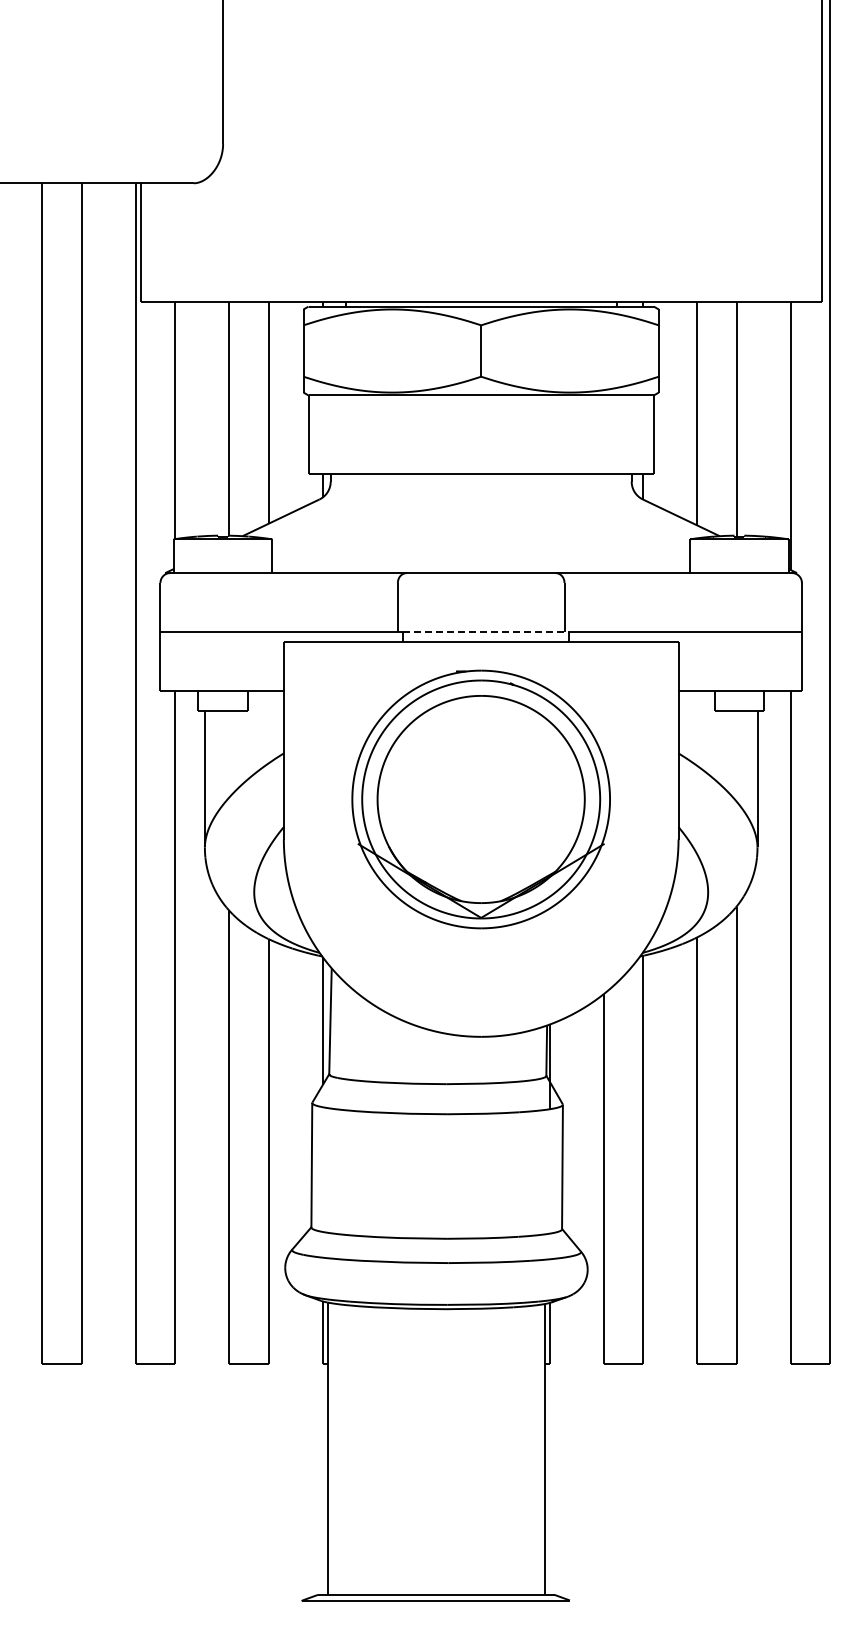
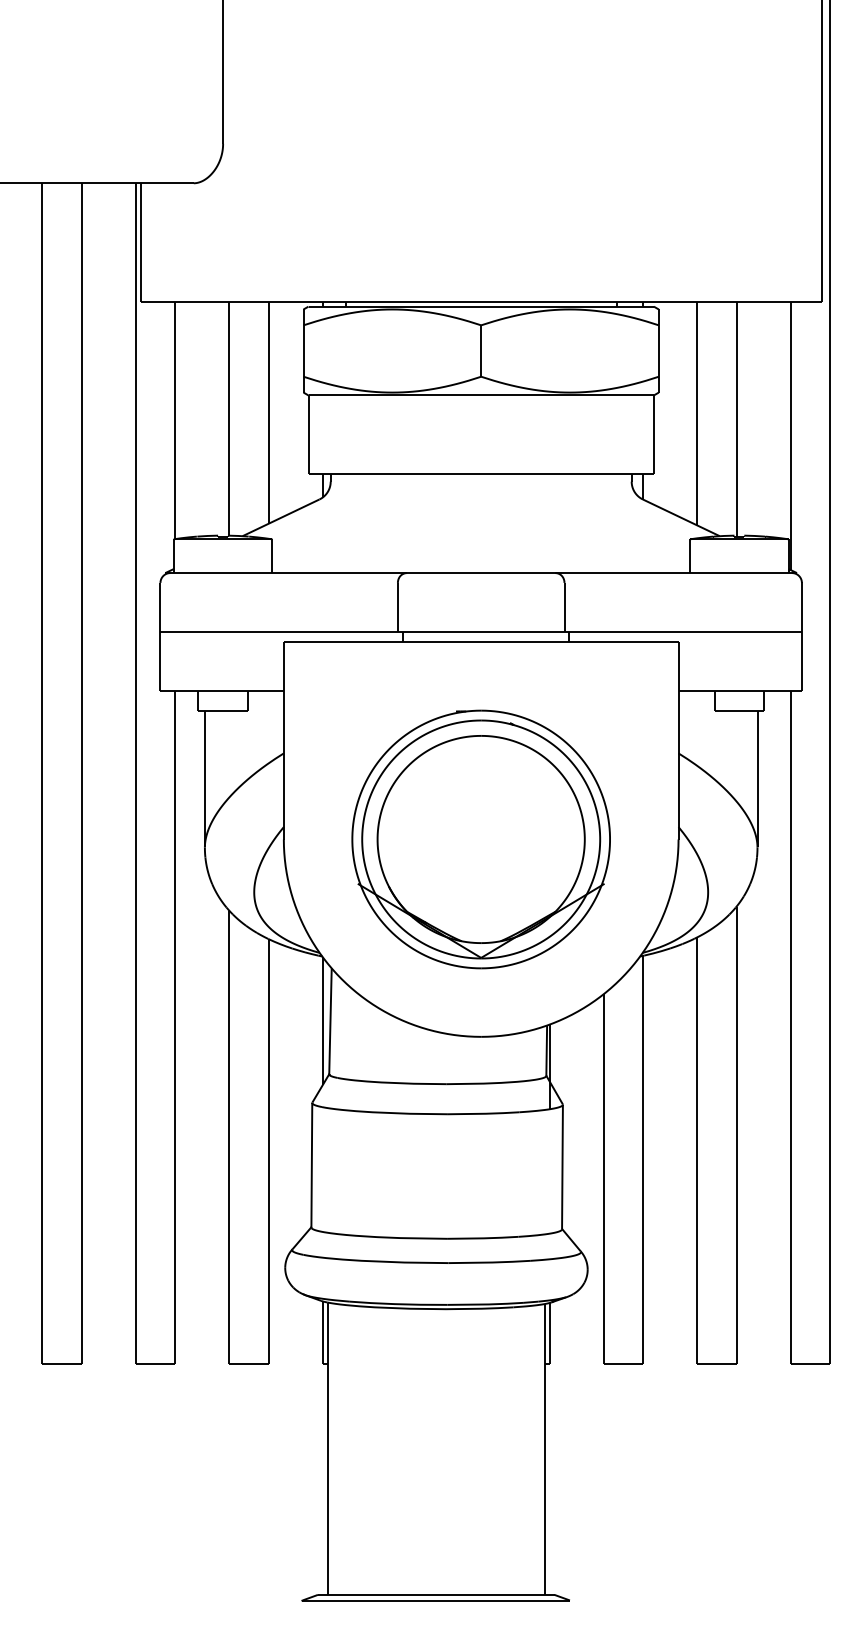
line at (486, 632): dashed -> solid
part at (480, 799) position: (480, 799) -> (480, 839)
